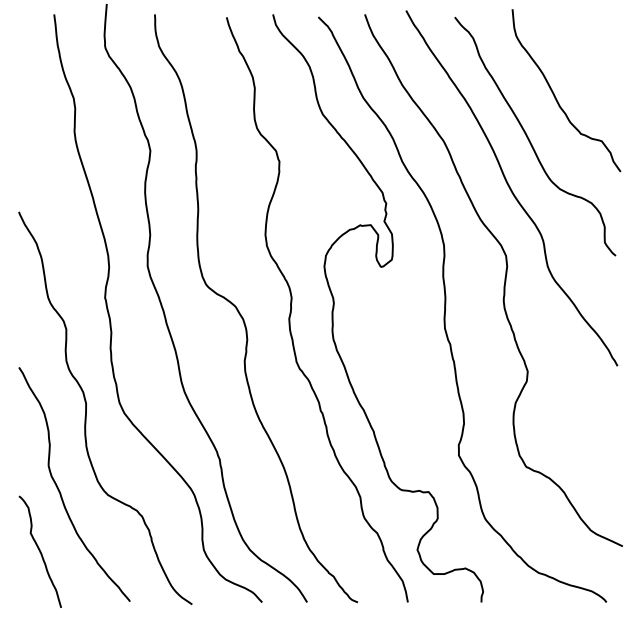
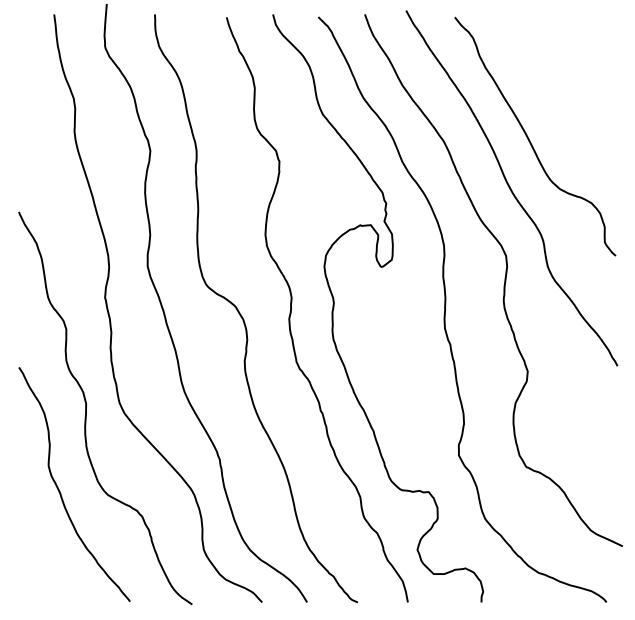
curve at (555, 95): present -> none
curve at (39, 551): present -> none
